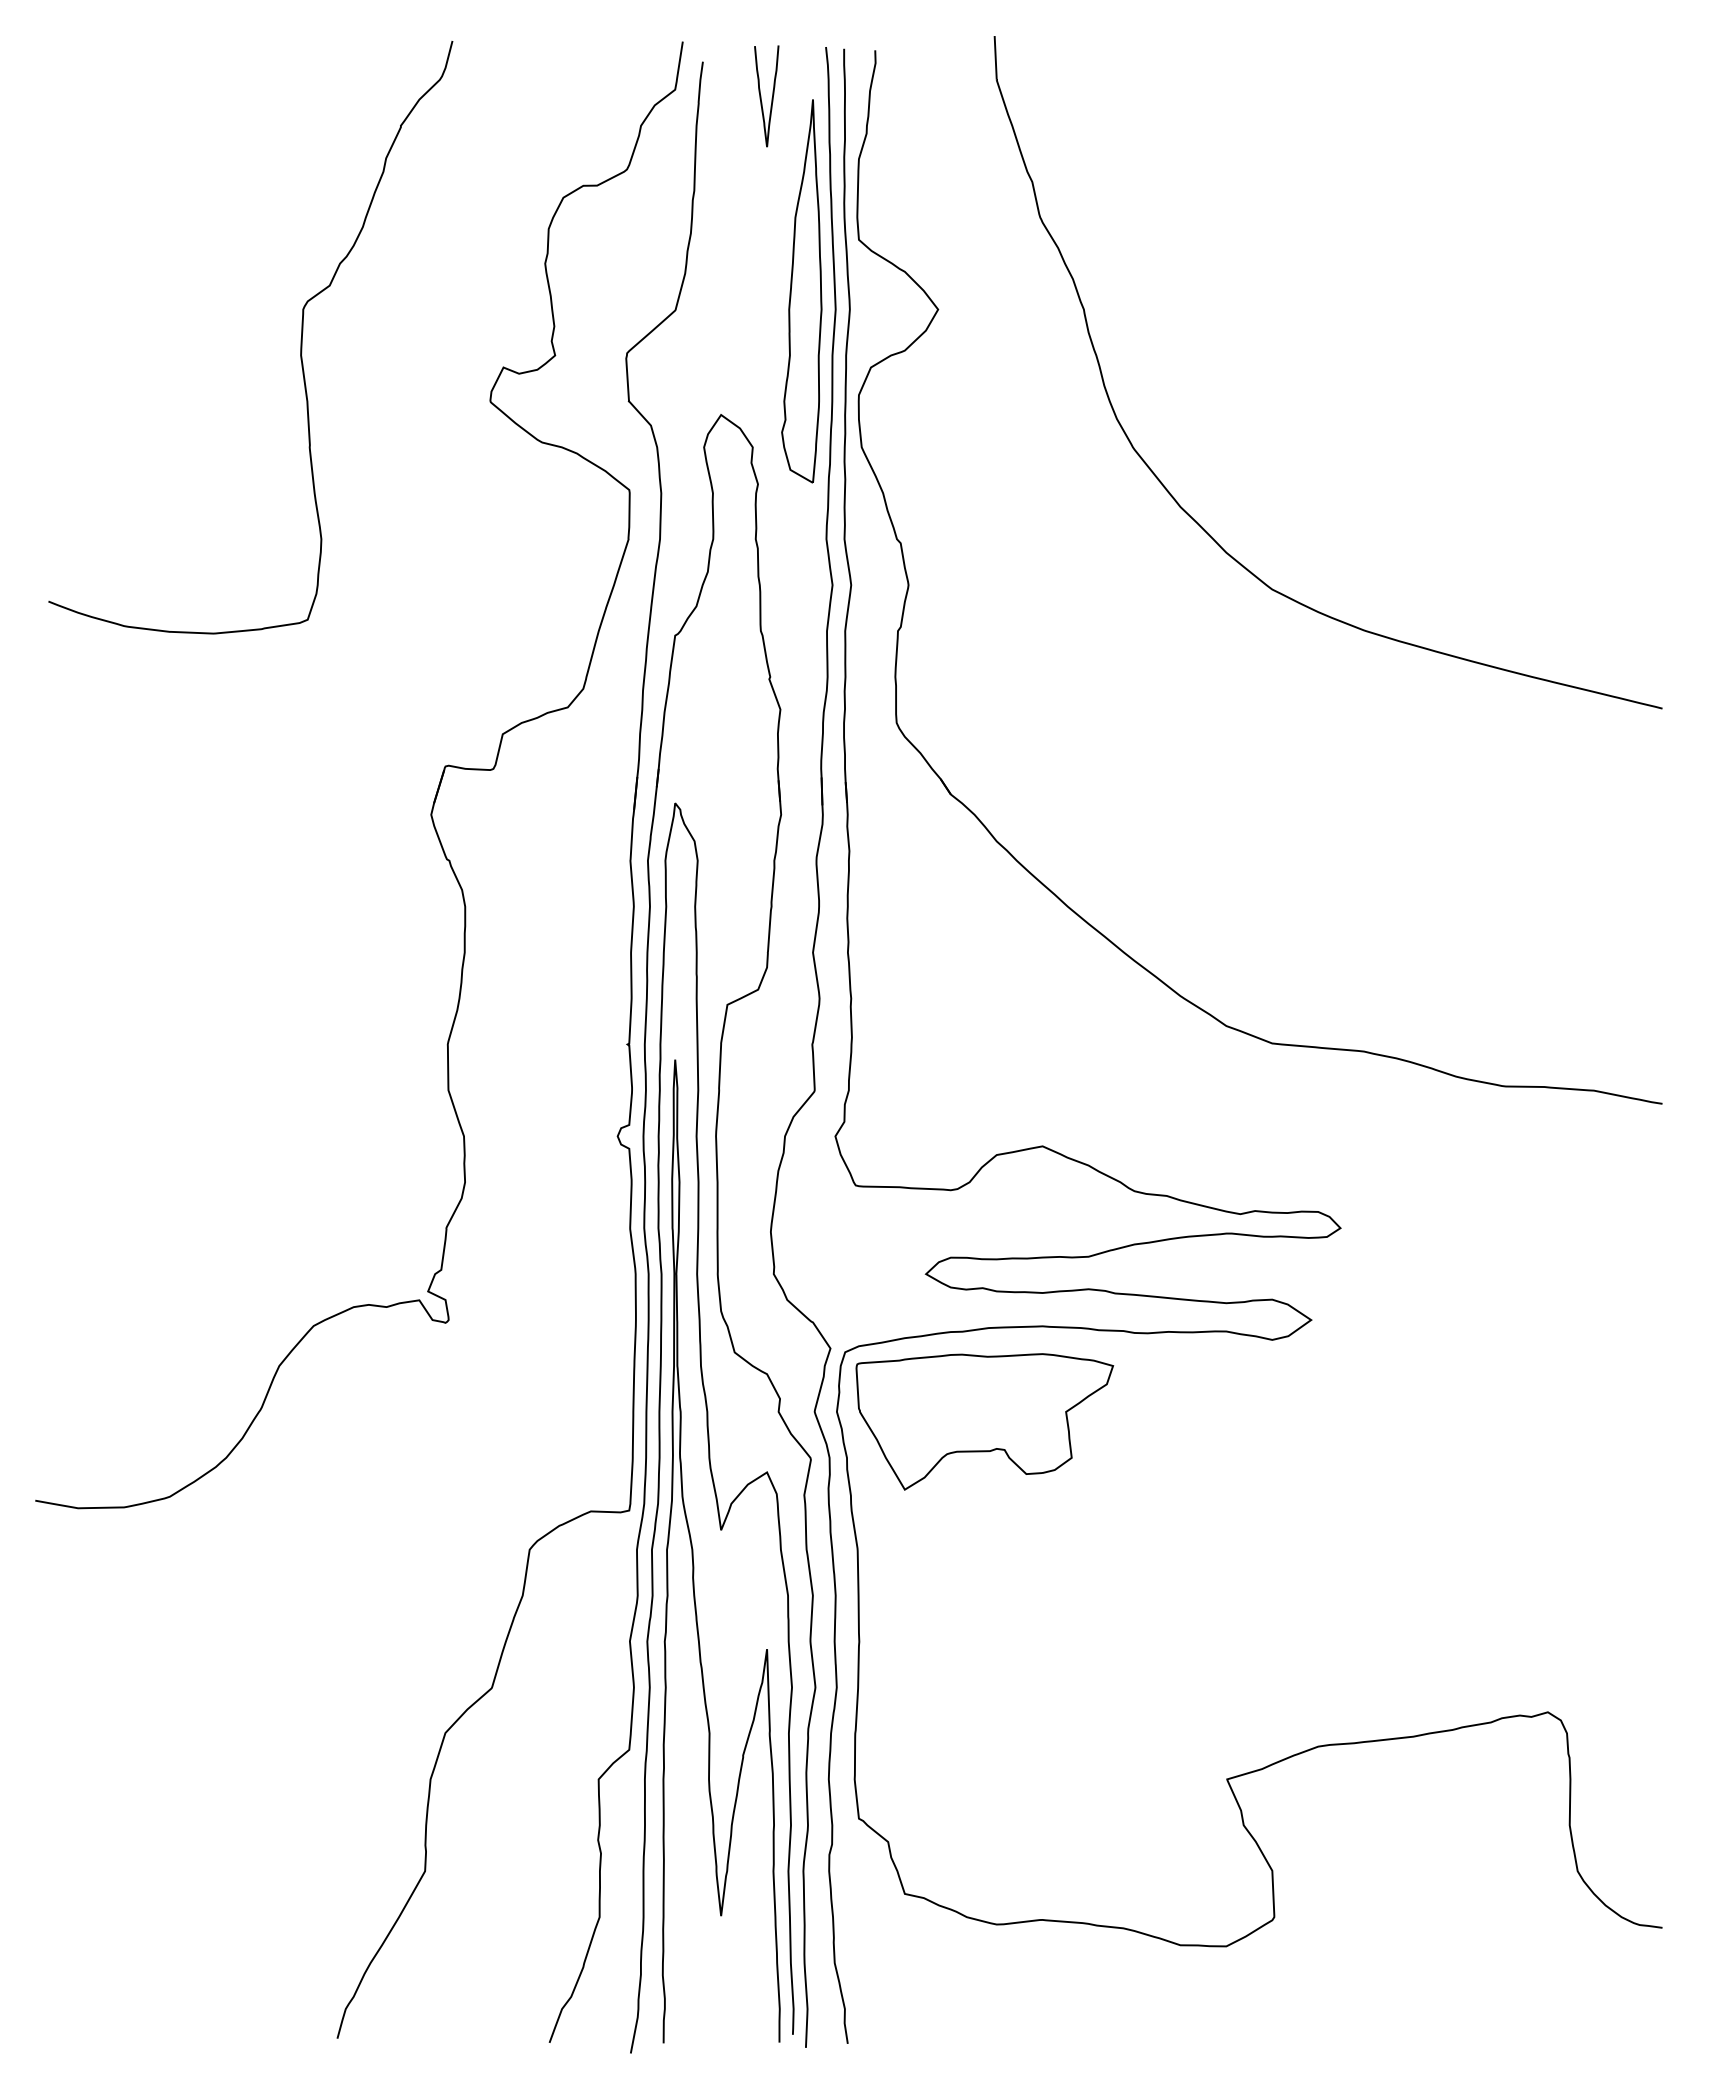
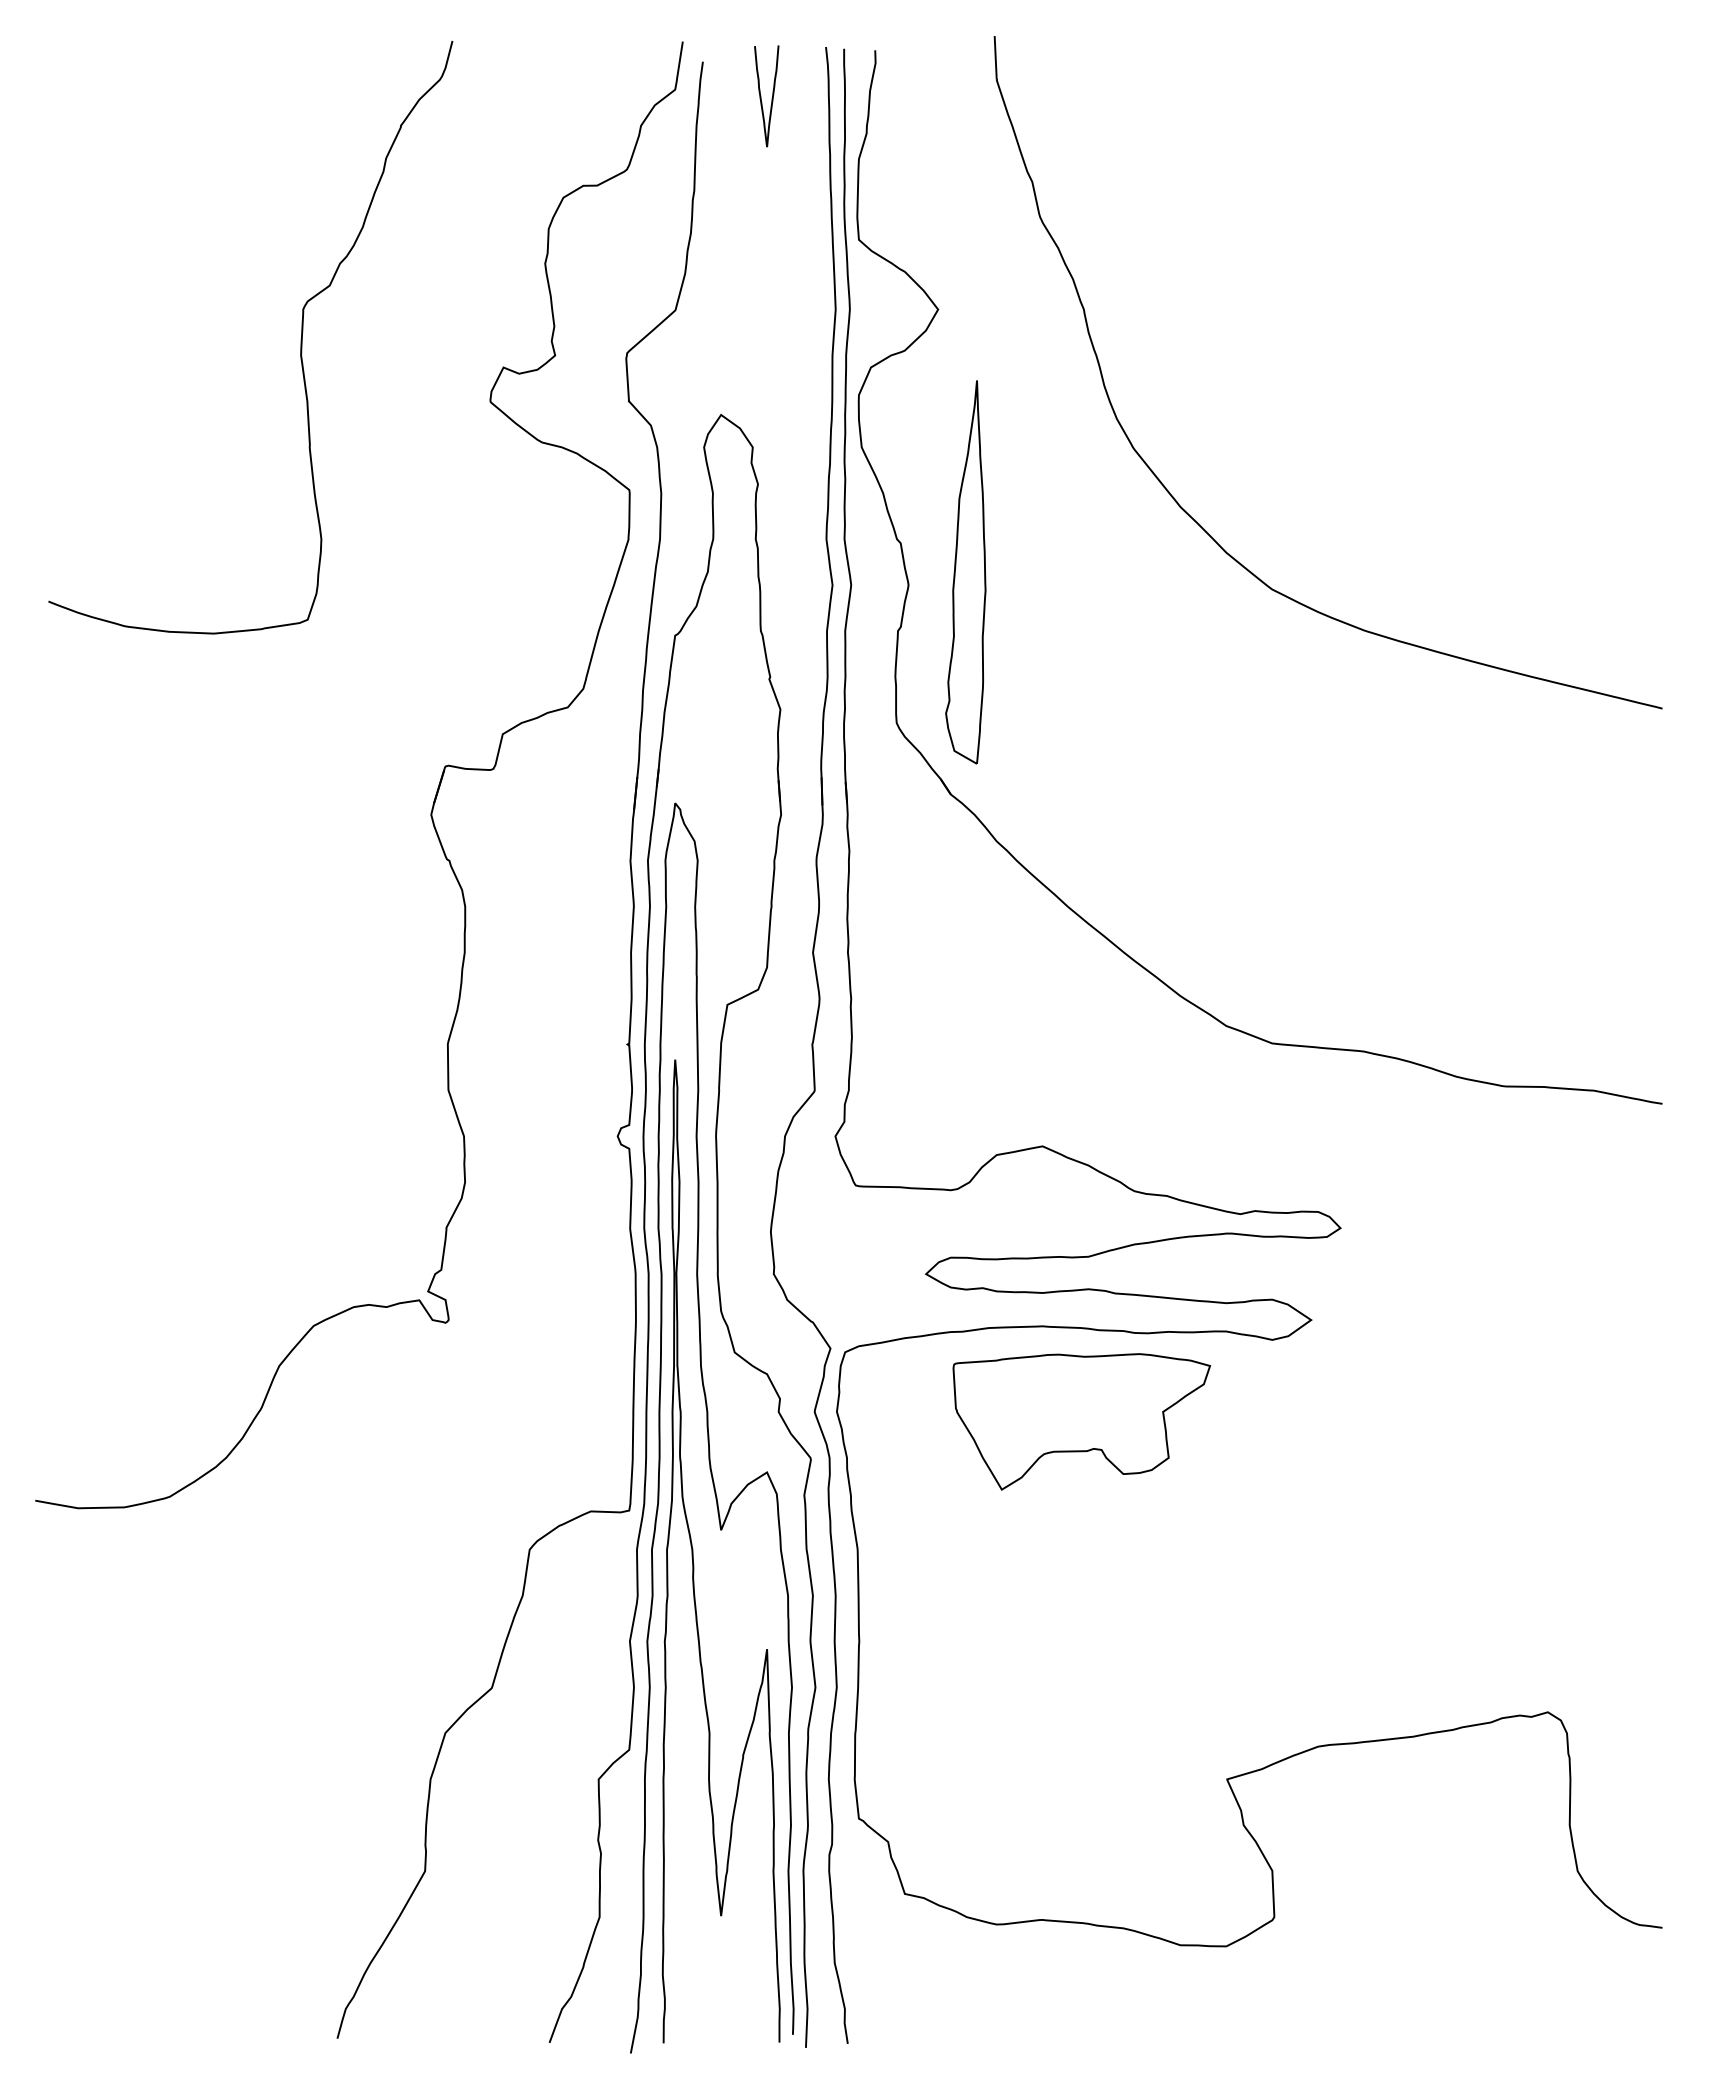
part at (801, 291) position: (801, 291) -> (965, 572)
part at (984, 1421) position: (984, 1421) -> (1081, 1421)
